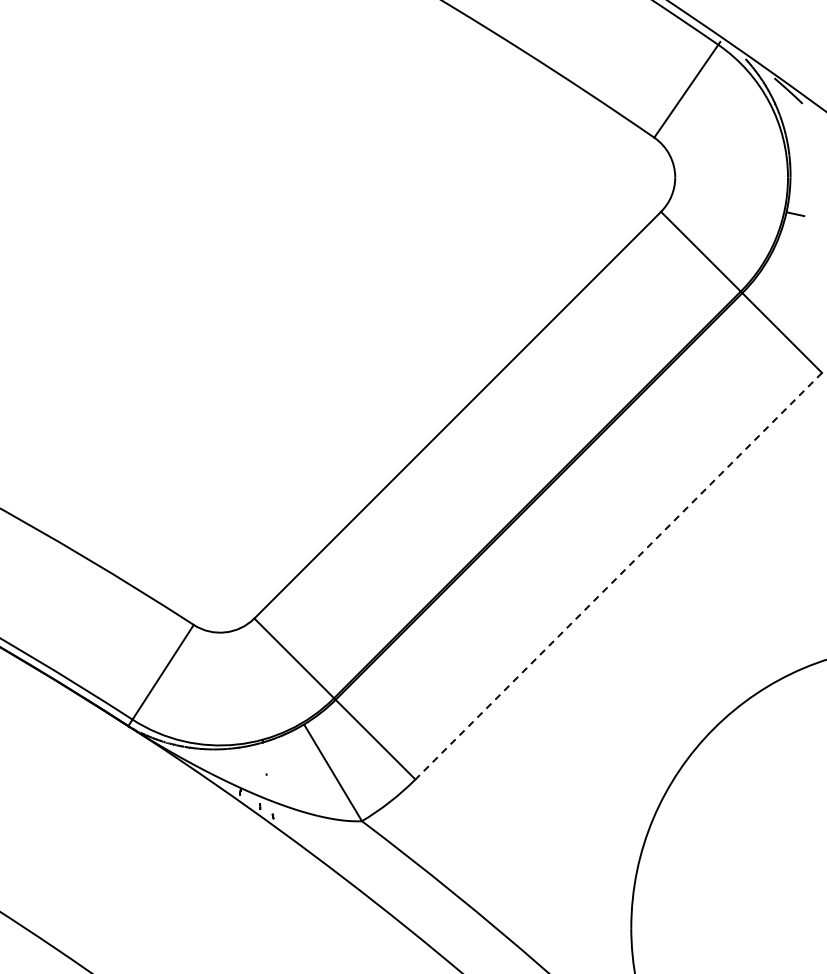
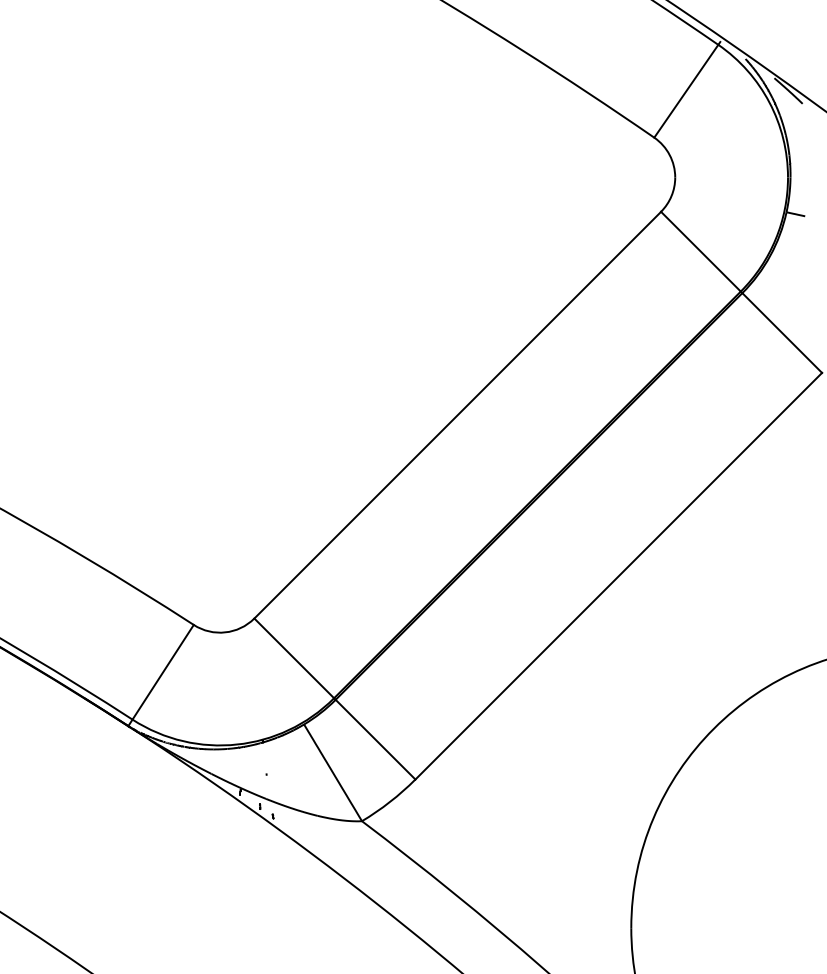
line at (618, 576): dashed -> solid
